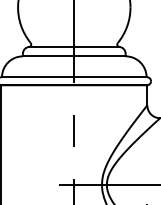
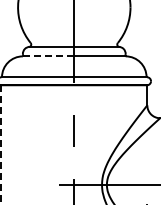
line at (48, 56): solid -> dashed
line at (1, 145): solid -> dashed
